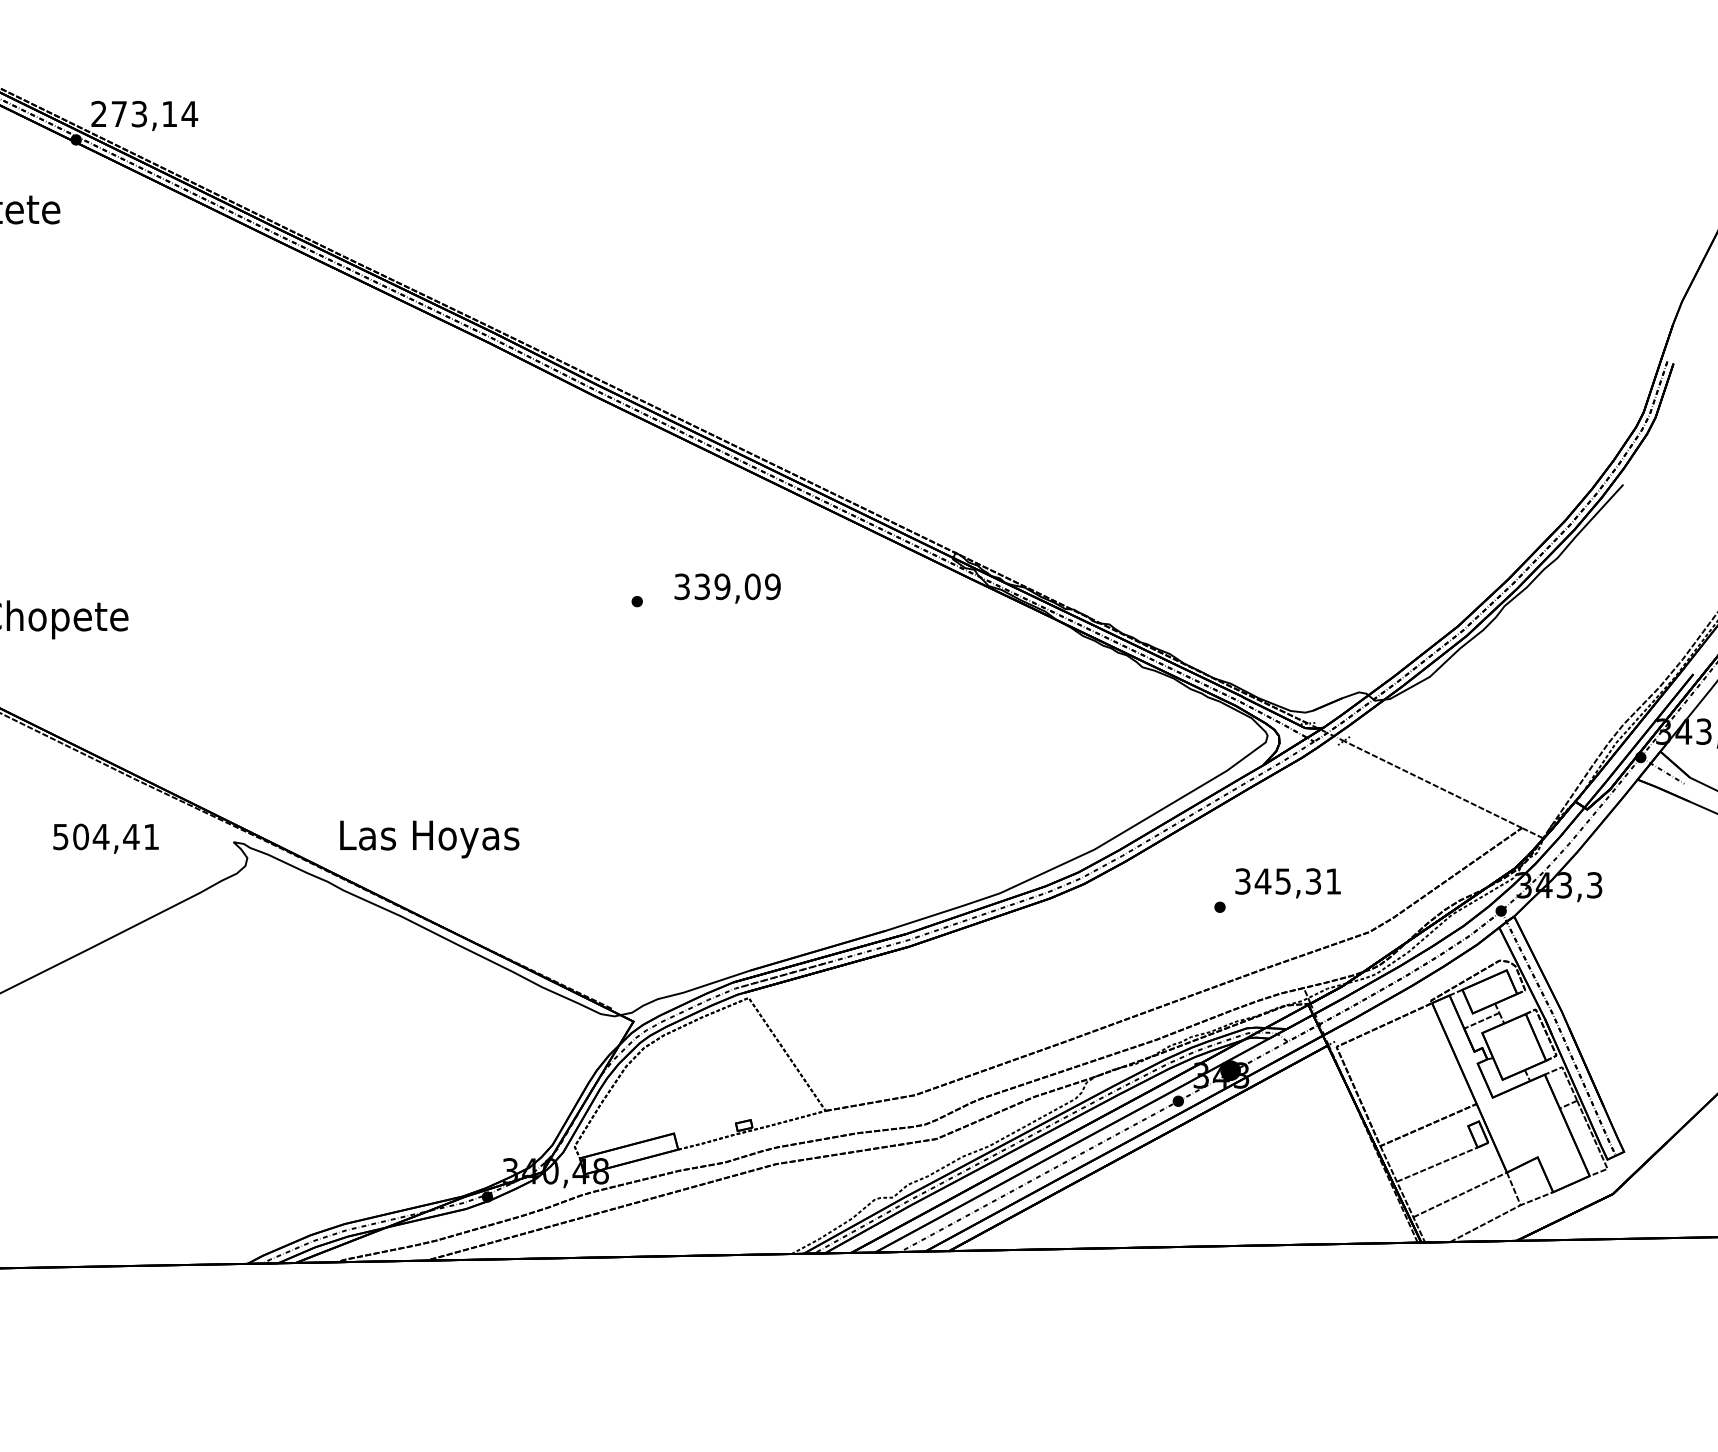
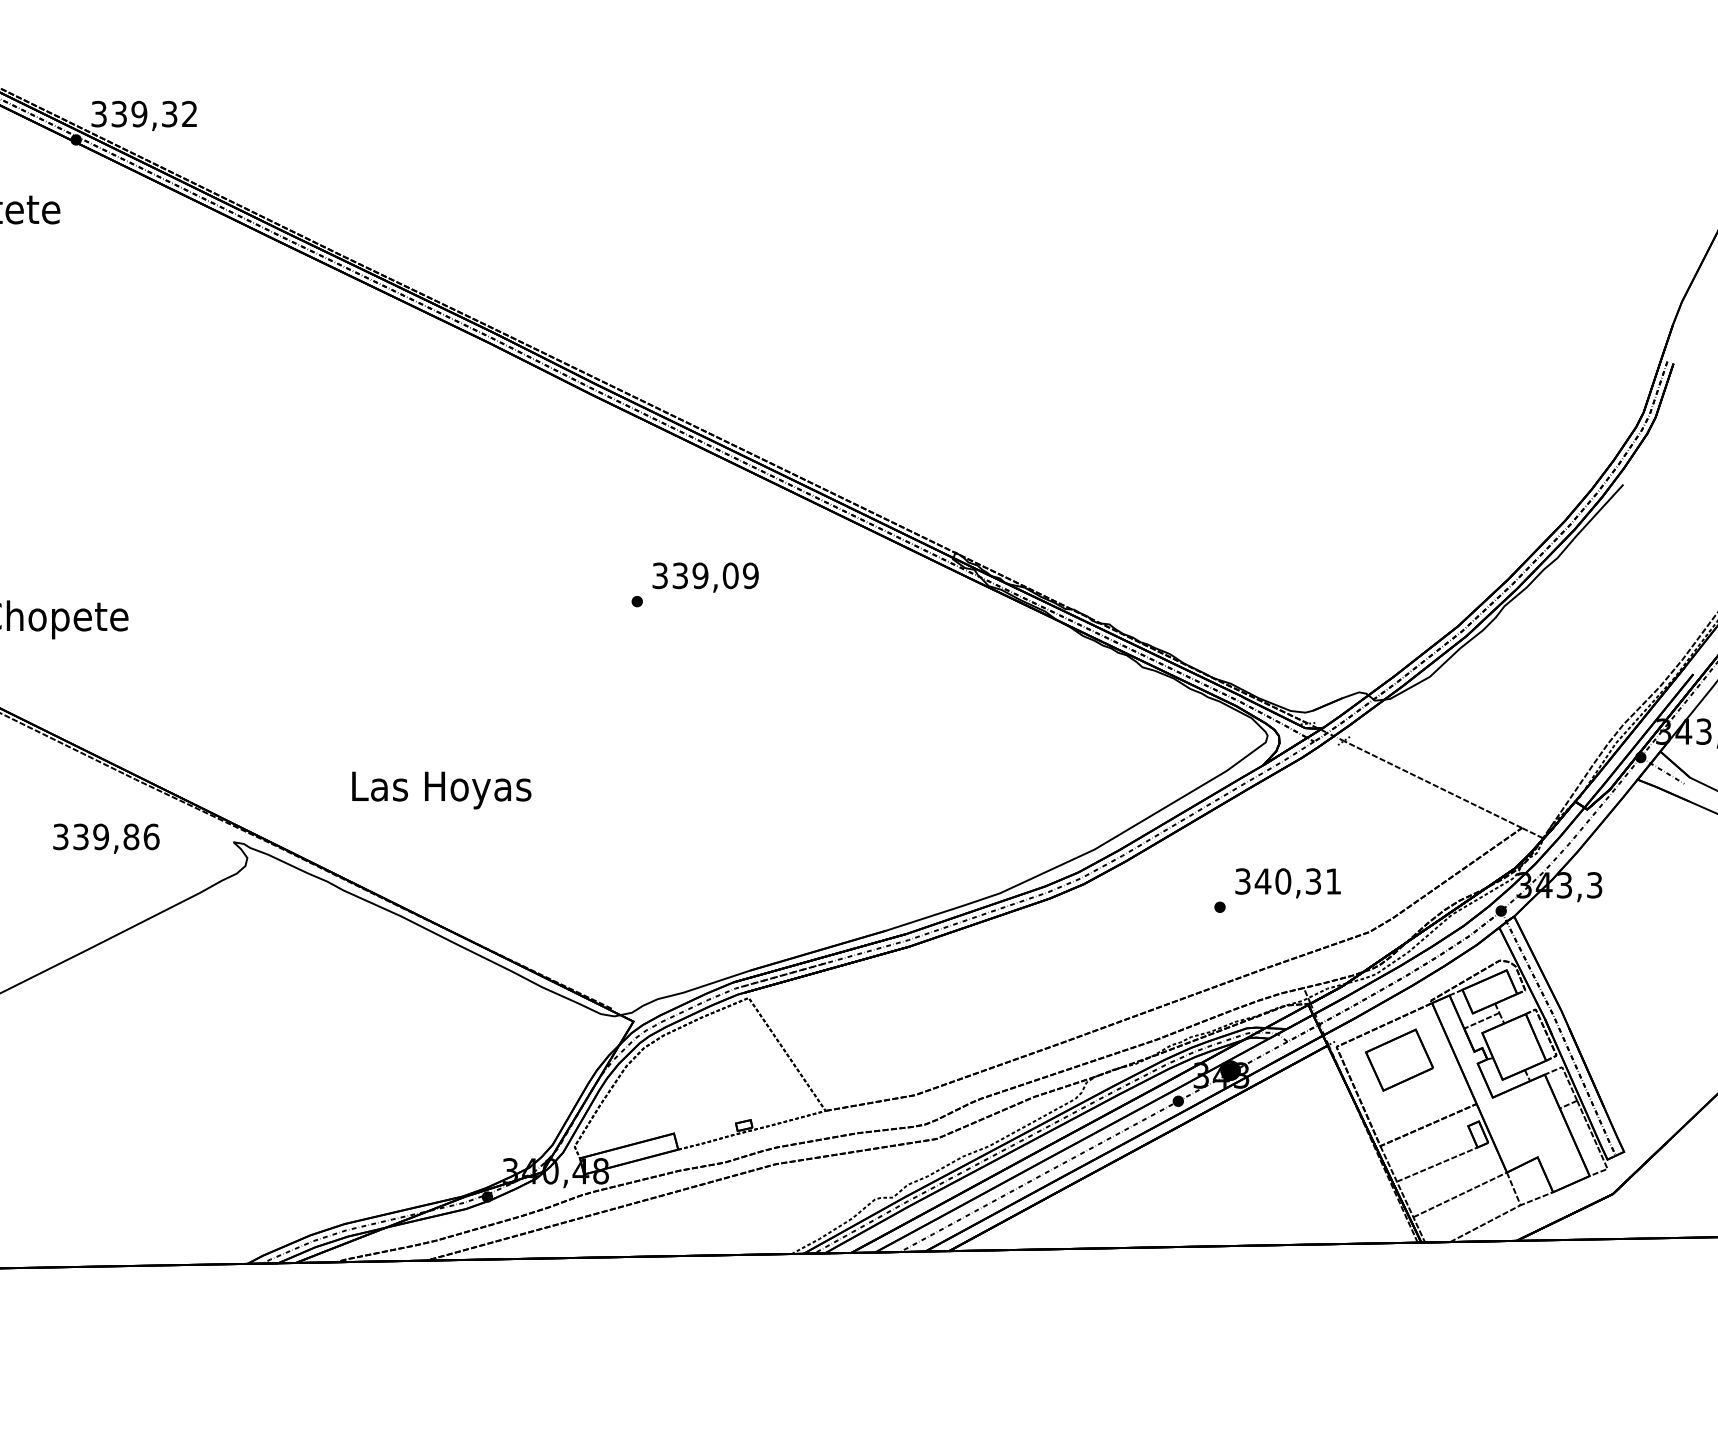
text at (144, 113): 273,14 -> 339,32
text at (727, 588) position: (727, 588) -> (705, 577)
text at (106, 836): 504,41 -> 339,86
text at (429, 839) position: (429, 839) -> (441, 790)
text at (1283, 881): 345,31 -> 340,31
part at (1399, 1059): none -> present
